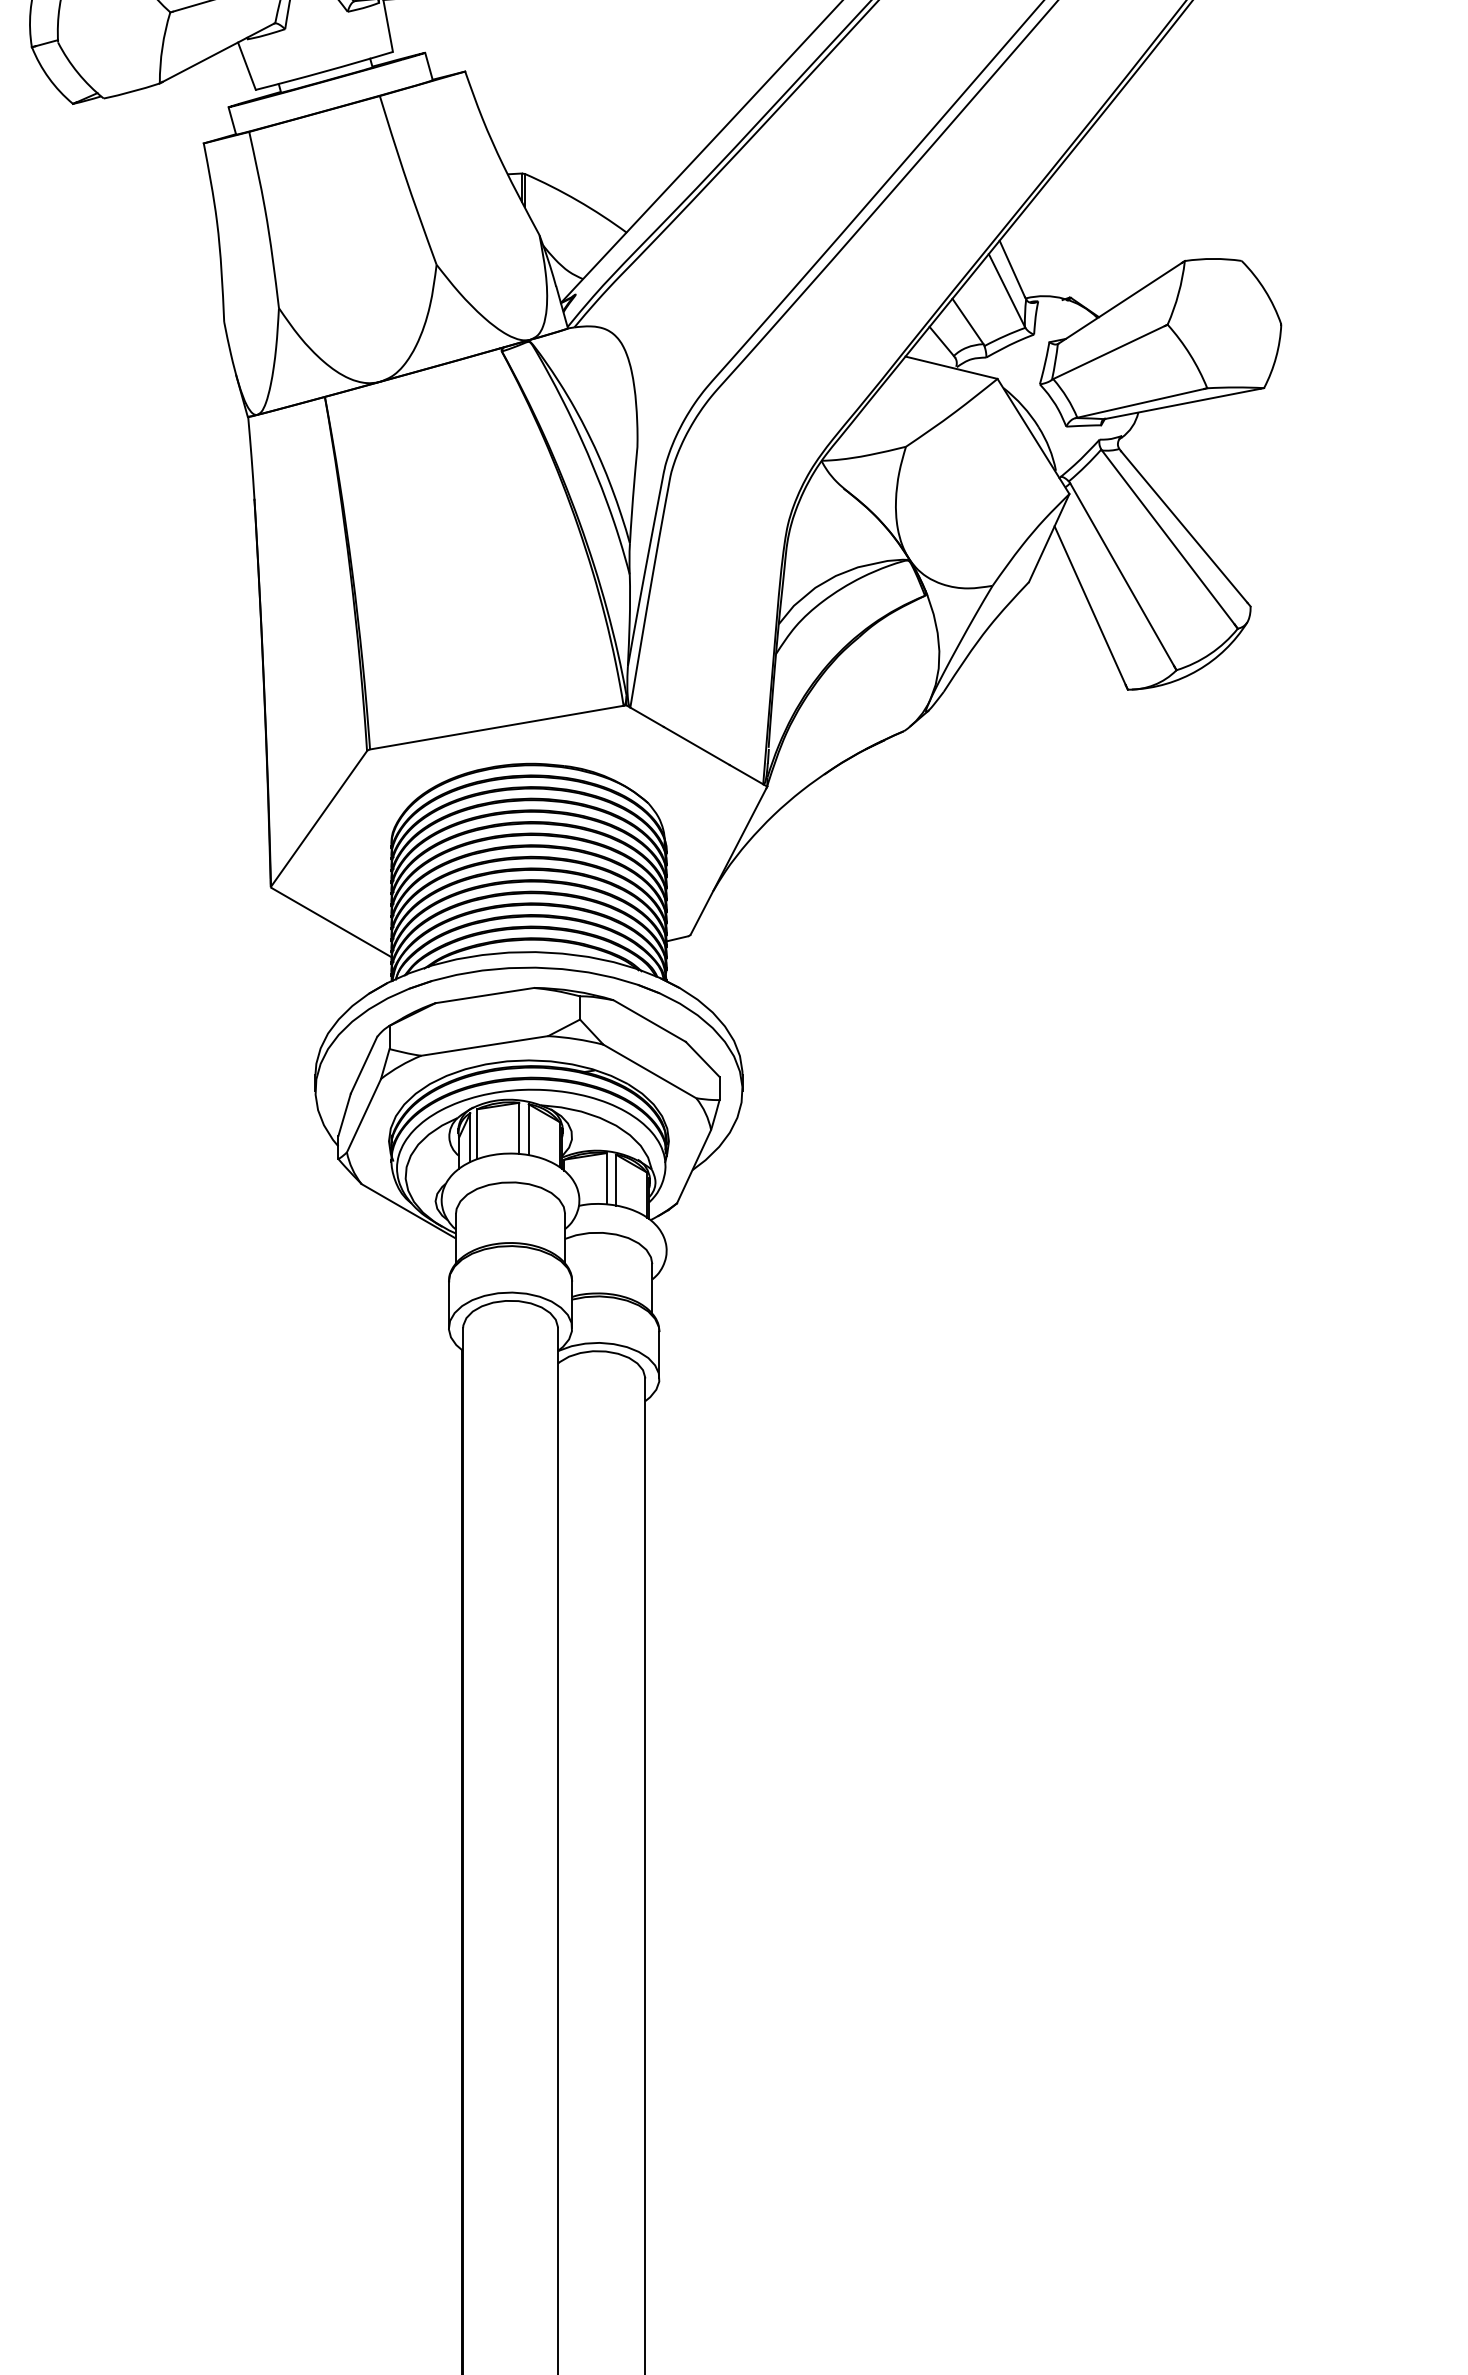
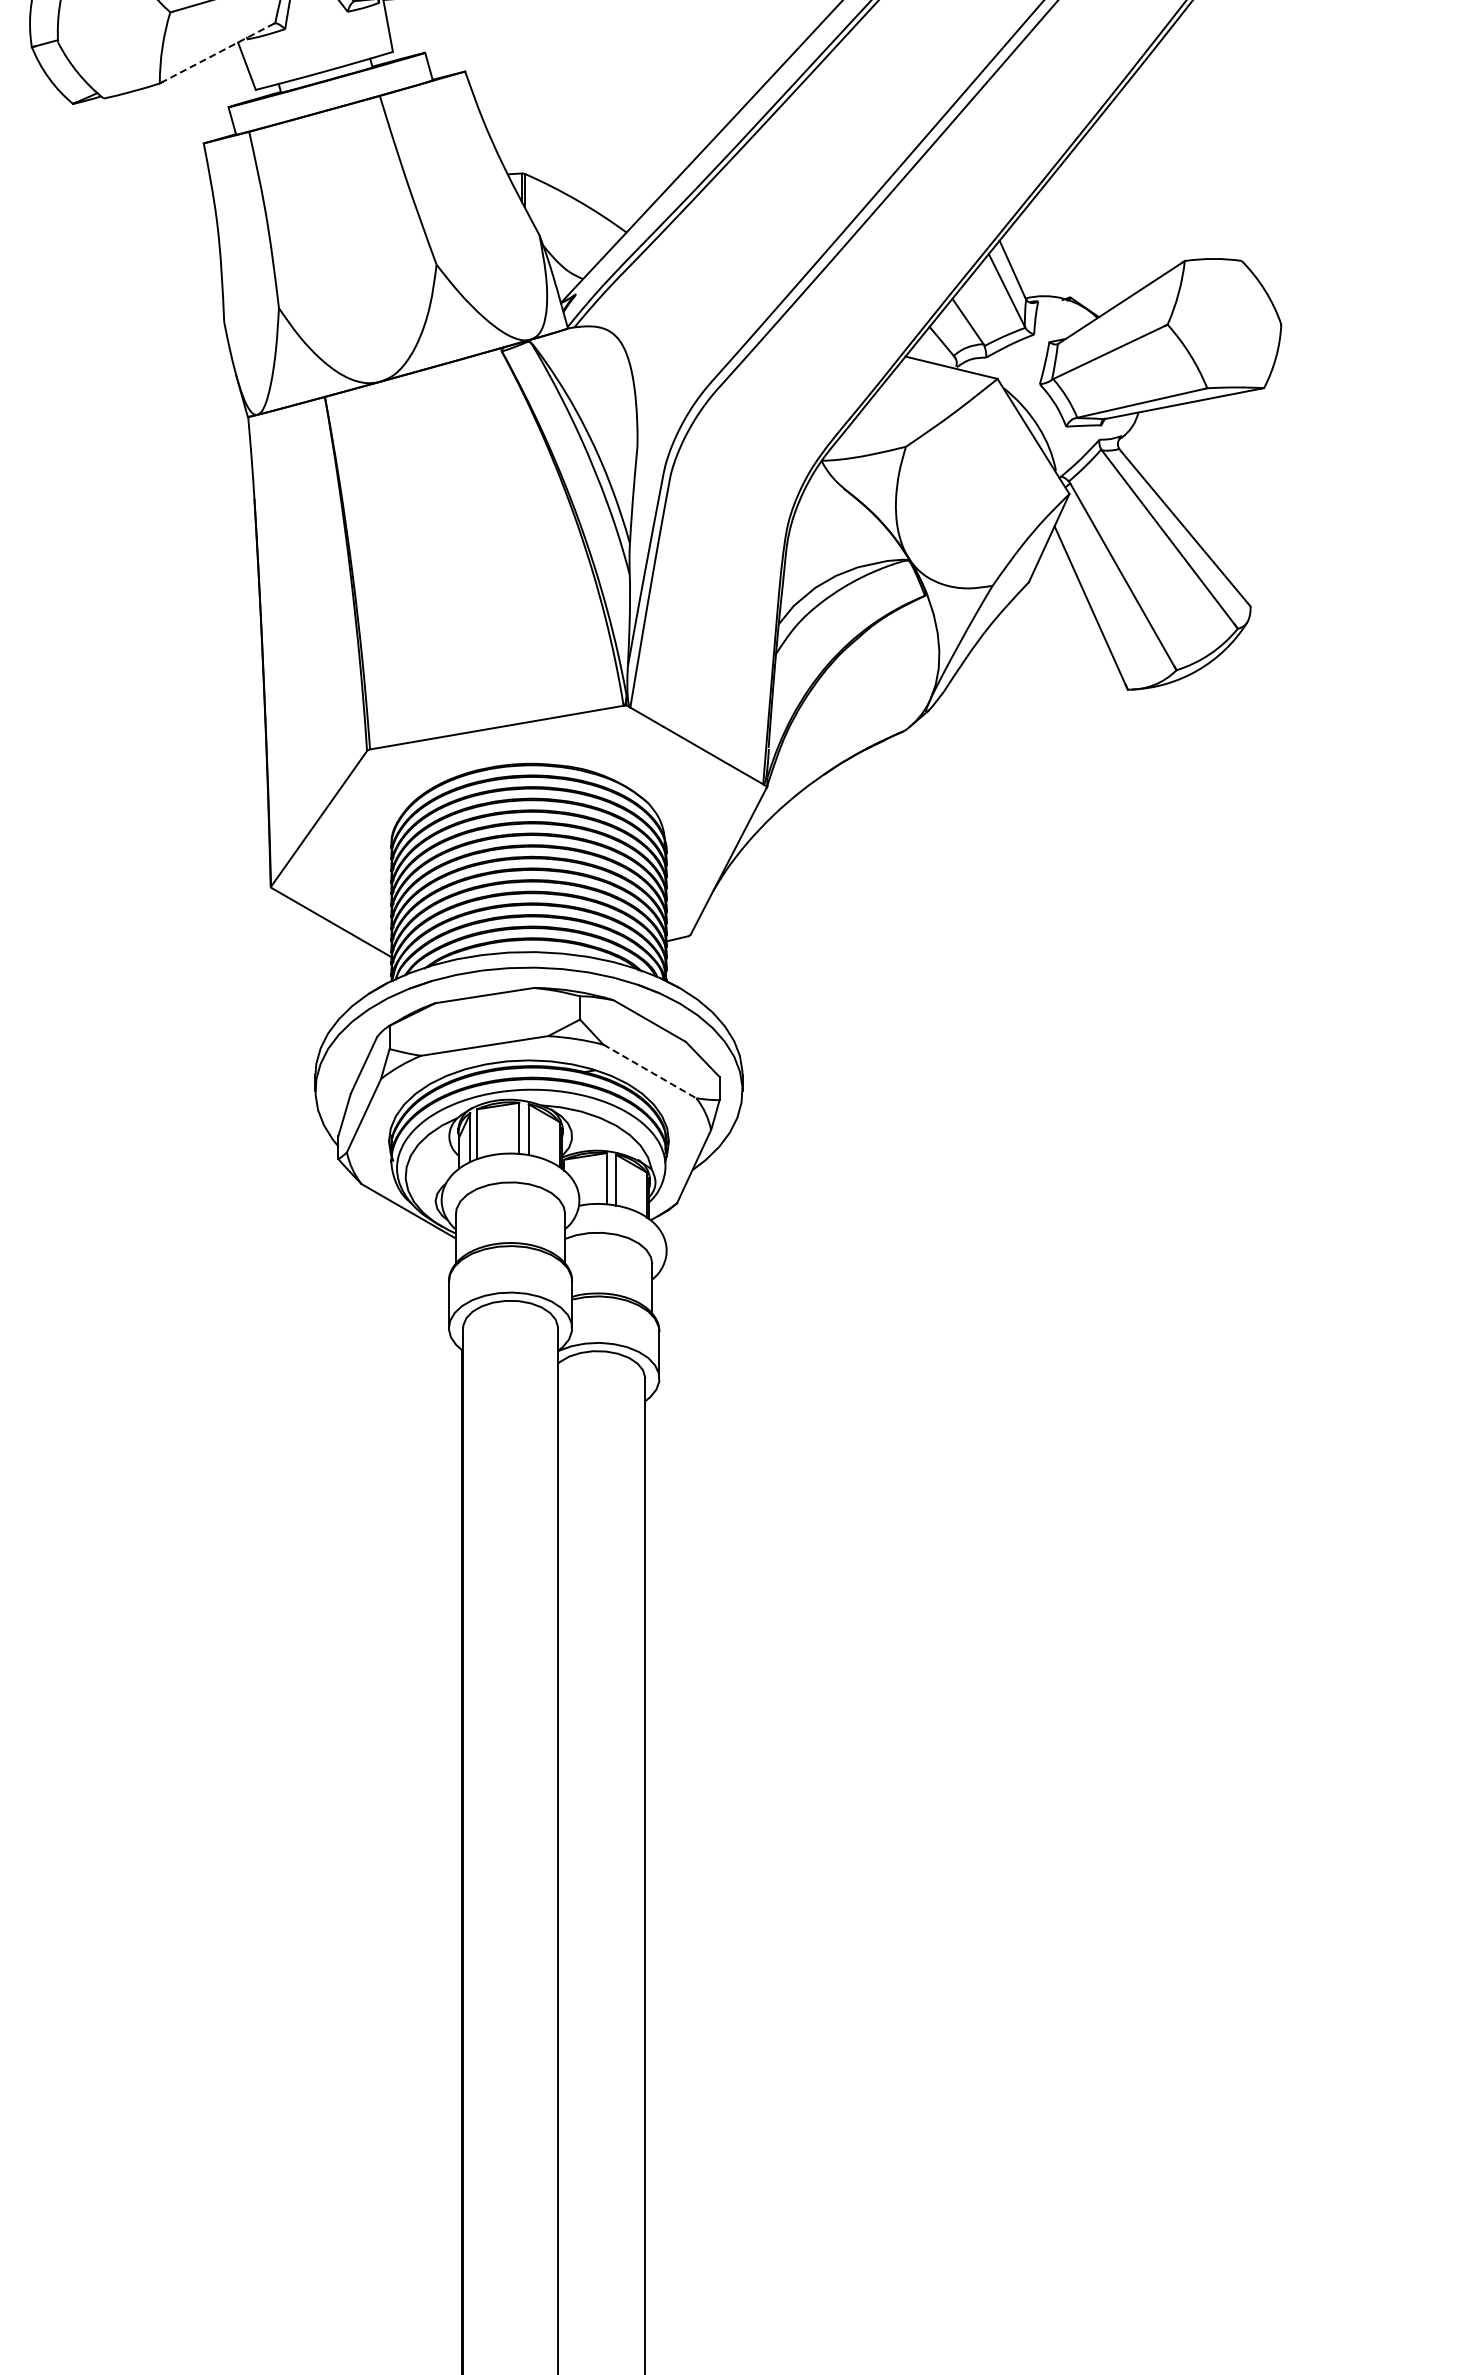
line at (218, 52): solid -> dashed
line at (649, 1071): solid -> dashed
